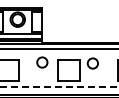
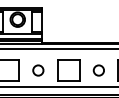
circle at (42, 62) position: (42, 62) -> (38, 70)
circle at (92, 63) position: (92, 63) -> (98, 70)
line at (59, 87): dashed -> solid
